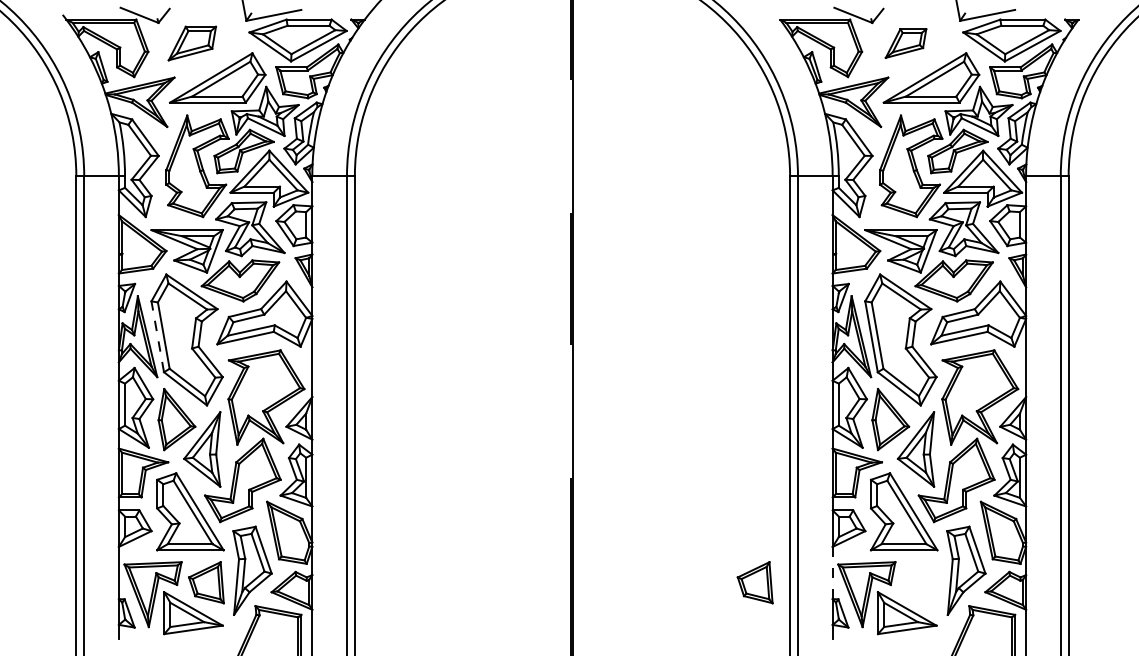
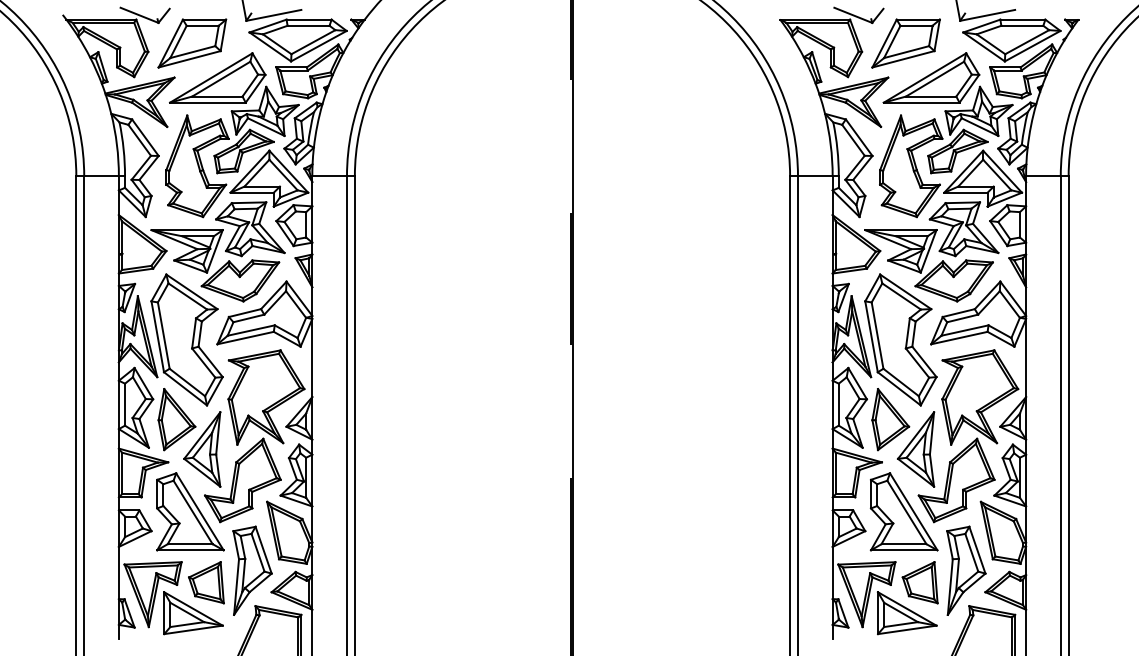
part at (192, 43) size: 51x37 px -> 71x51 px
part at (905, 43) size: 44x31 px -> 70x51 px
line at (157, 336): dashed -> solid
line at (832, 573): dashed -> solid
part at (754, 582) position: (754, 582) -> (919, 582)
